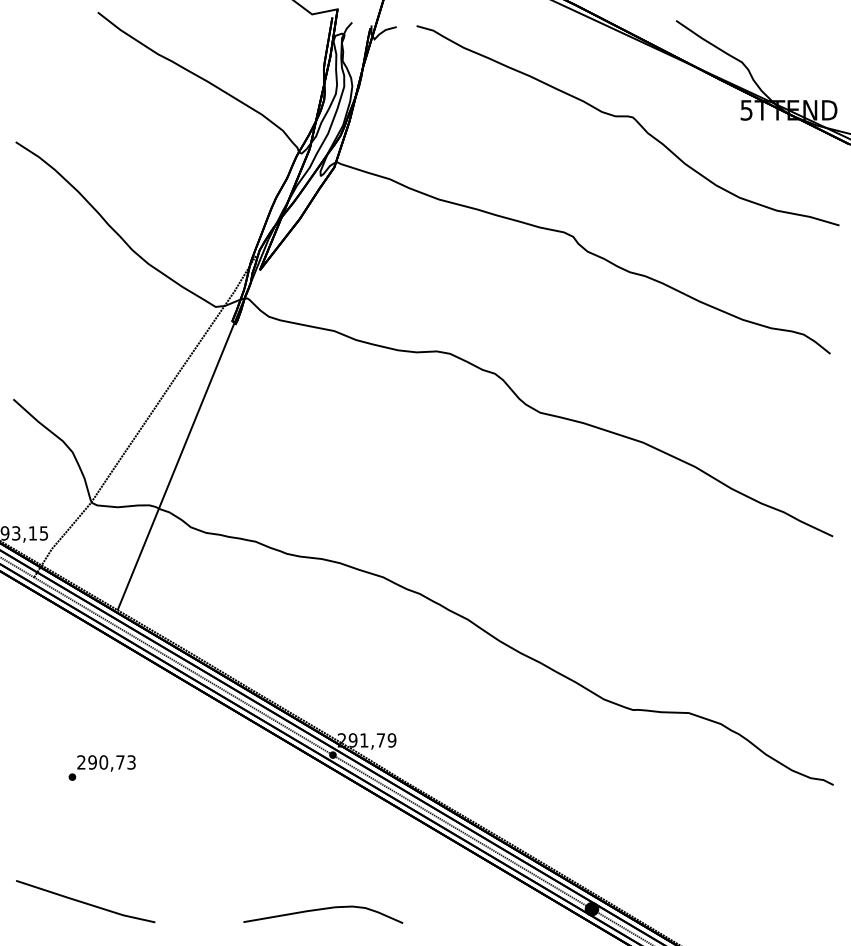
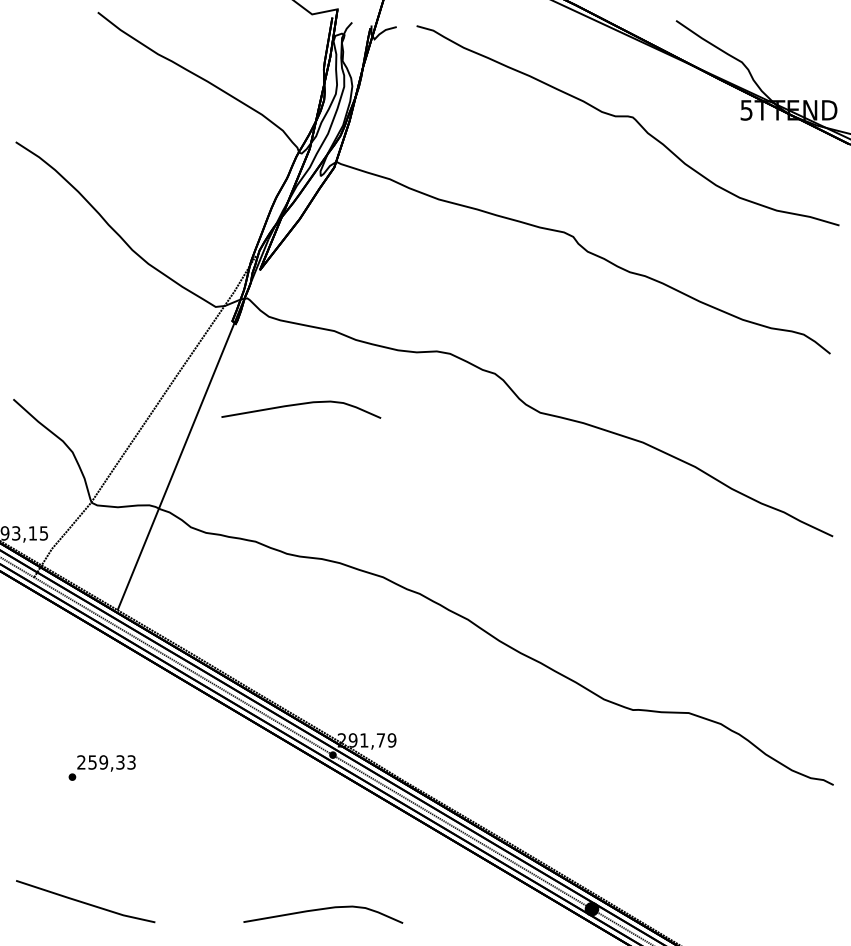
curve at (299, 405): none -> present
text at (106, 762): 290,73 -> 259,33
